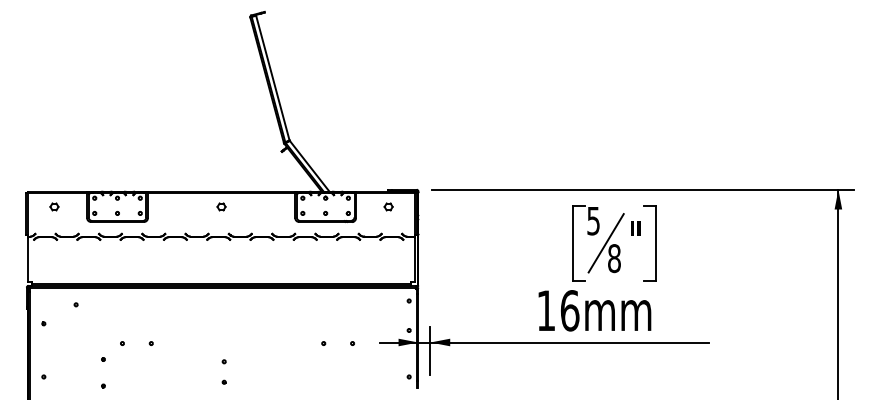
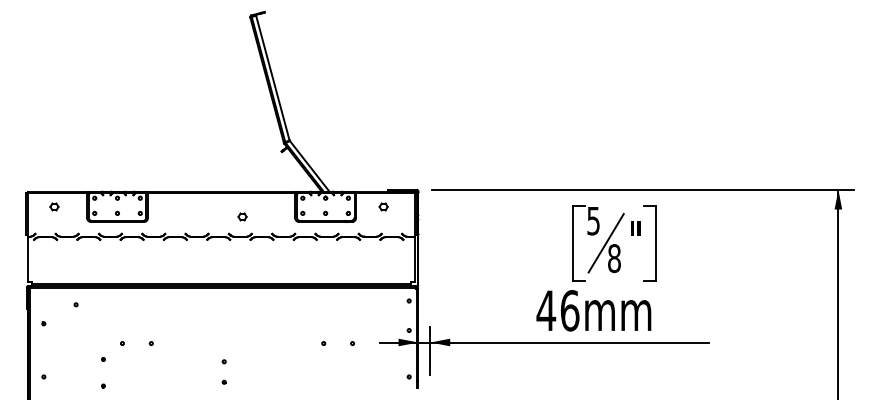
part at (221, 206) position: (221, 206) -> (242, 216)
part at (388, 206) position: (388, 206) -> (383, 206)
text at (546, 310): 16mm -> 46mm
